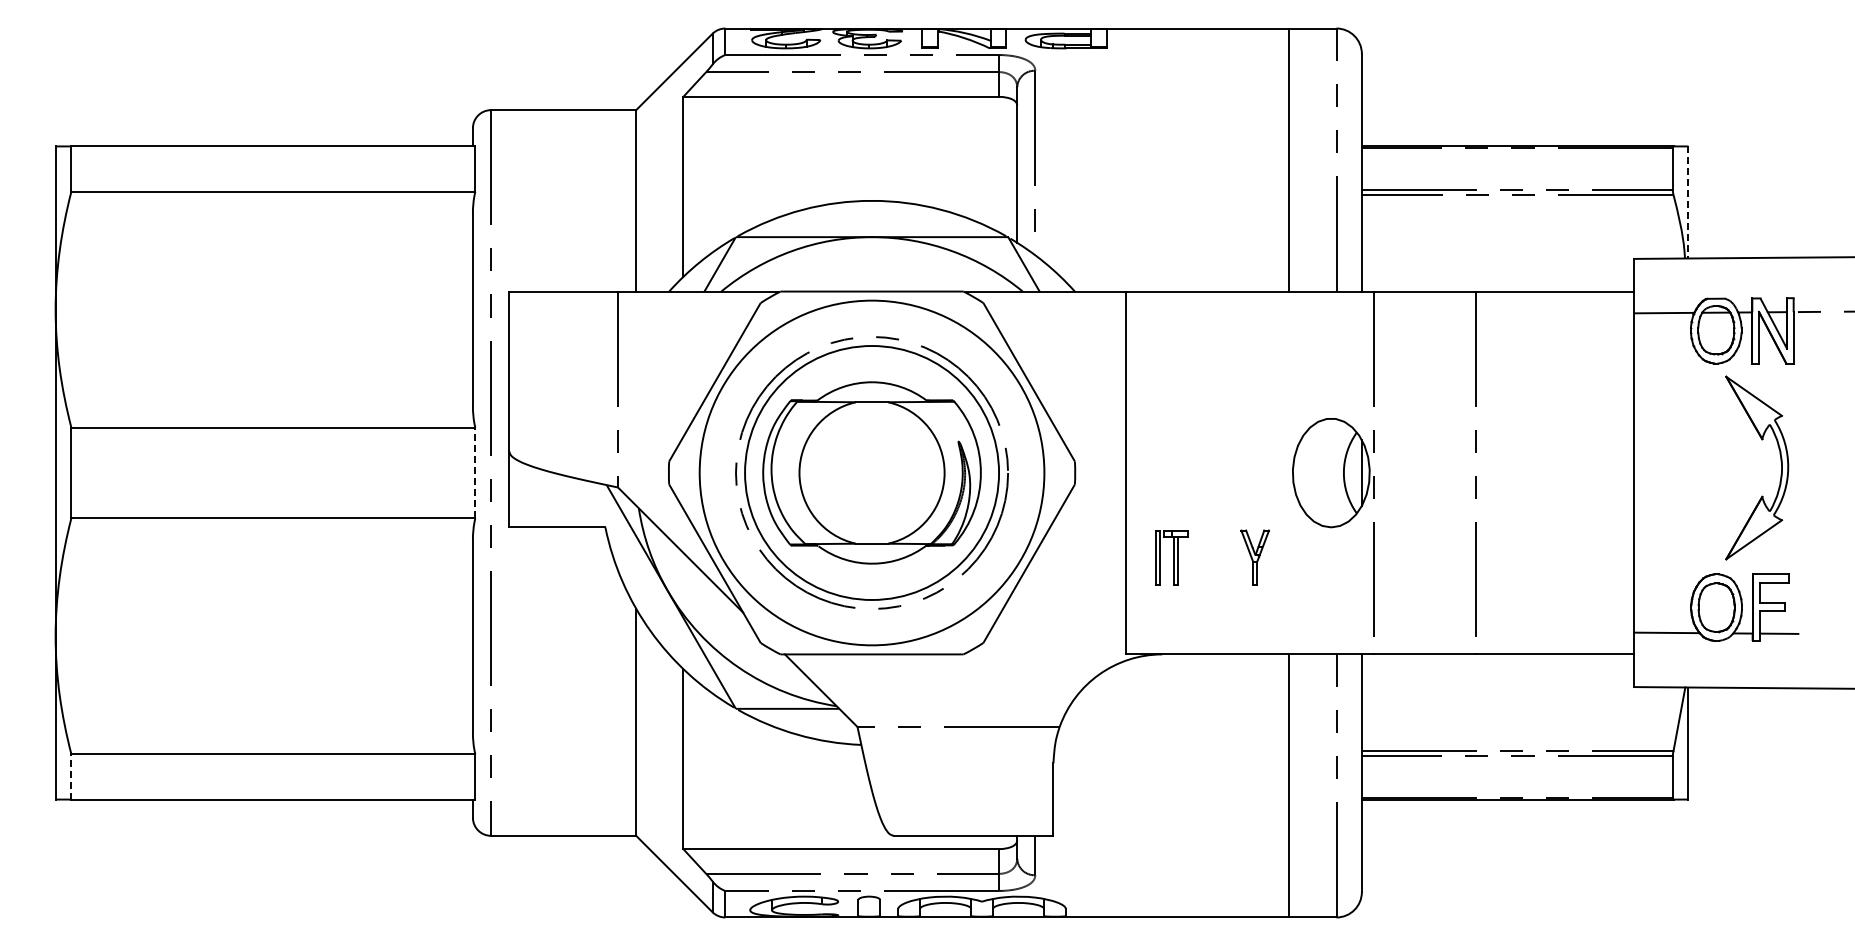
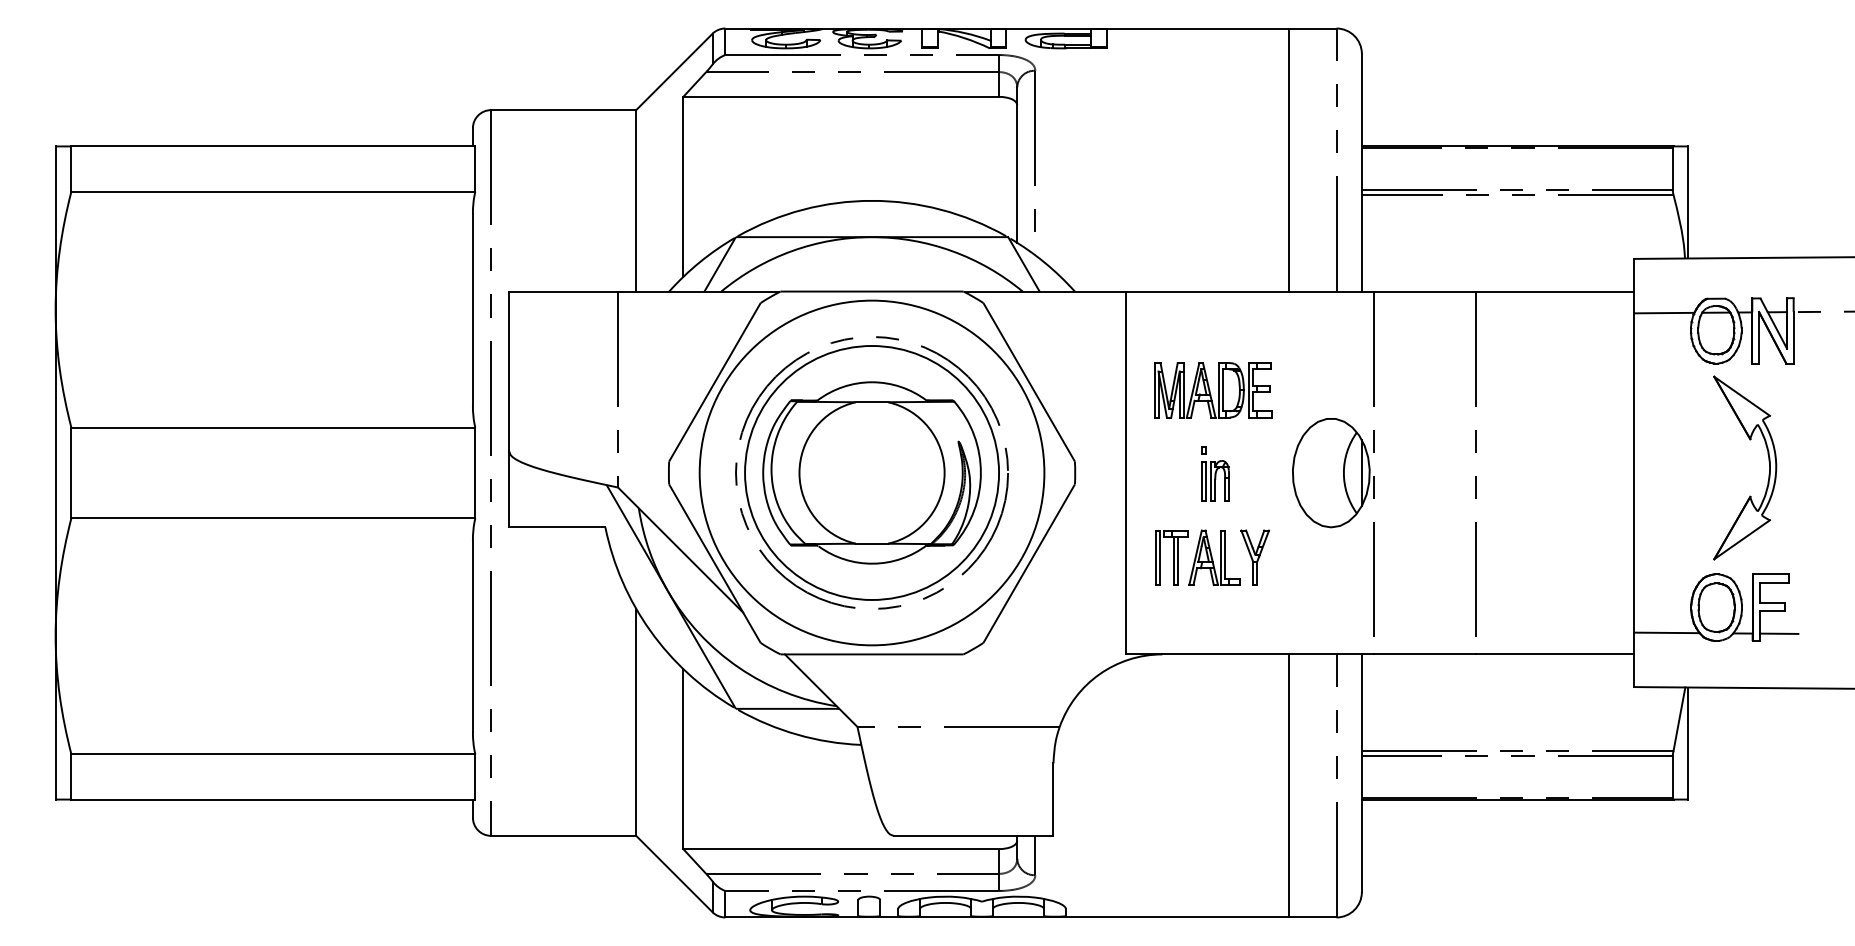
line at (1688, 202): dashed -> solid
part at (1213, 390): none -> present
part at (1780, 461) position: (1780, 461) -> (1768, 461)
line at (475, 472): dashed -> solid
part at (1215, 473): none -> present
part at (1214, 557): none -> present
line at (71, 776): dashed -> solid
